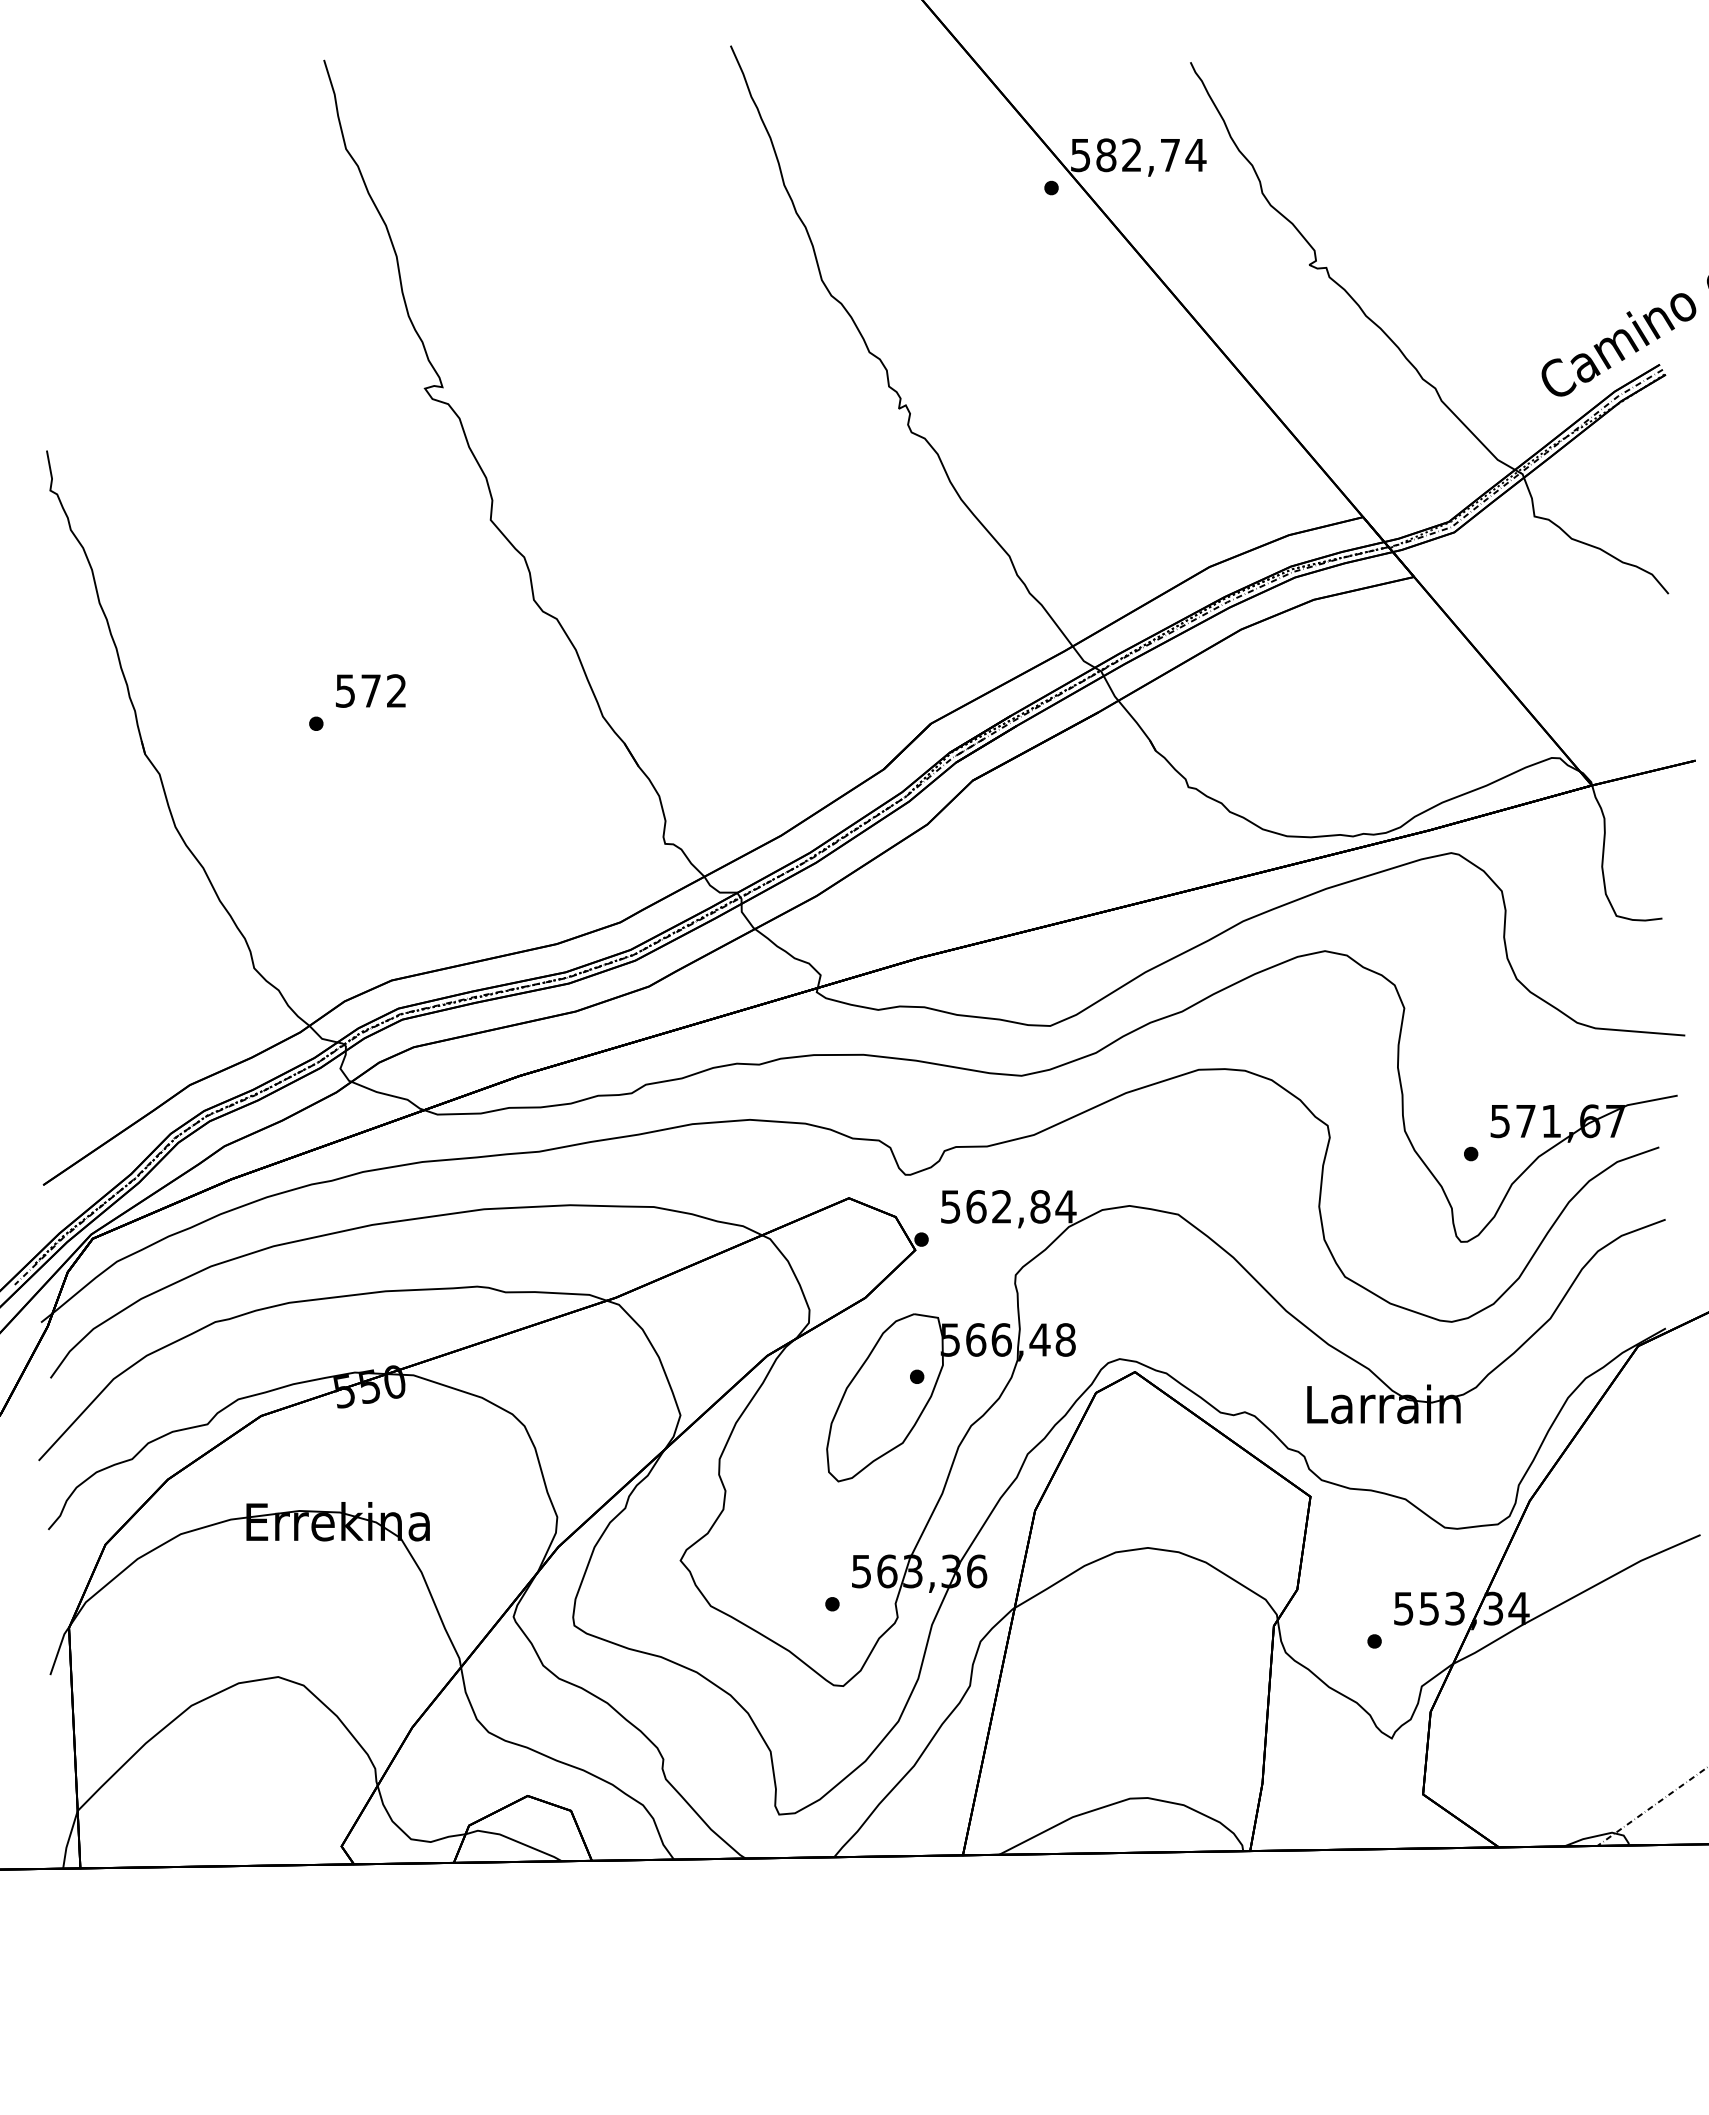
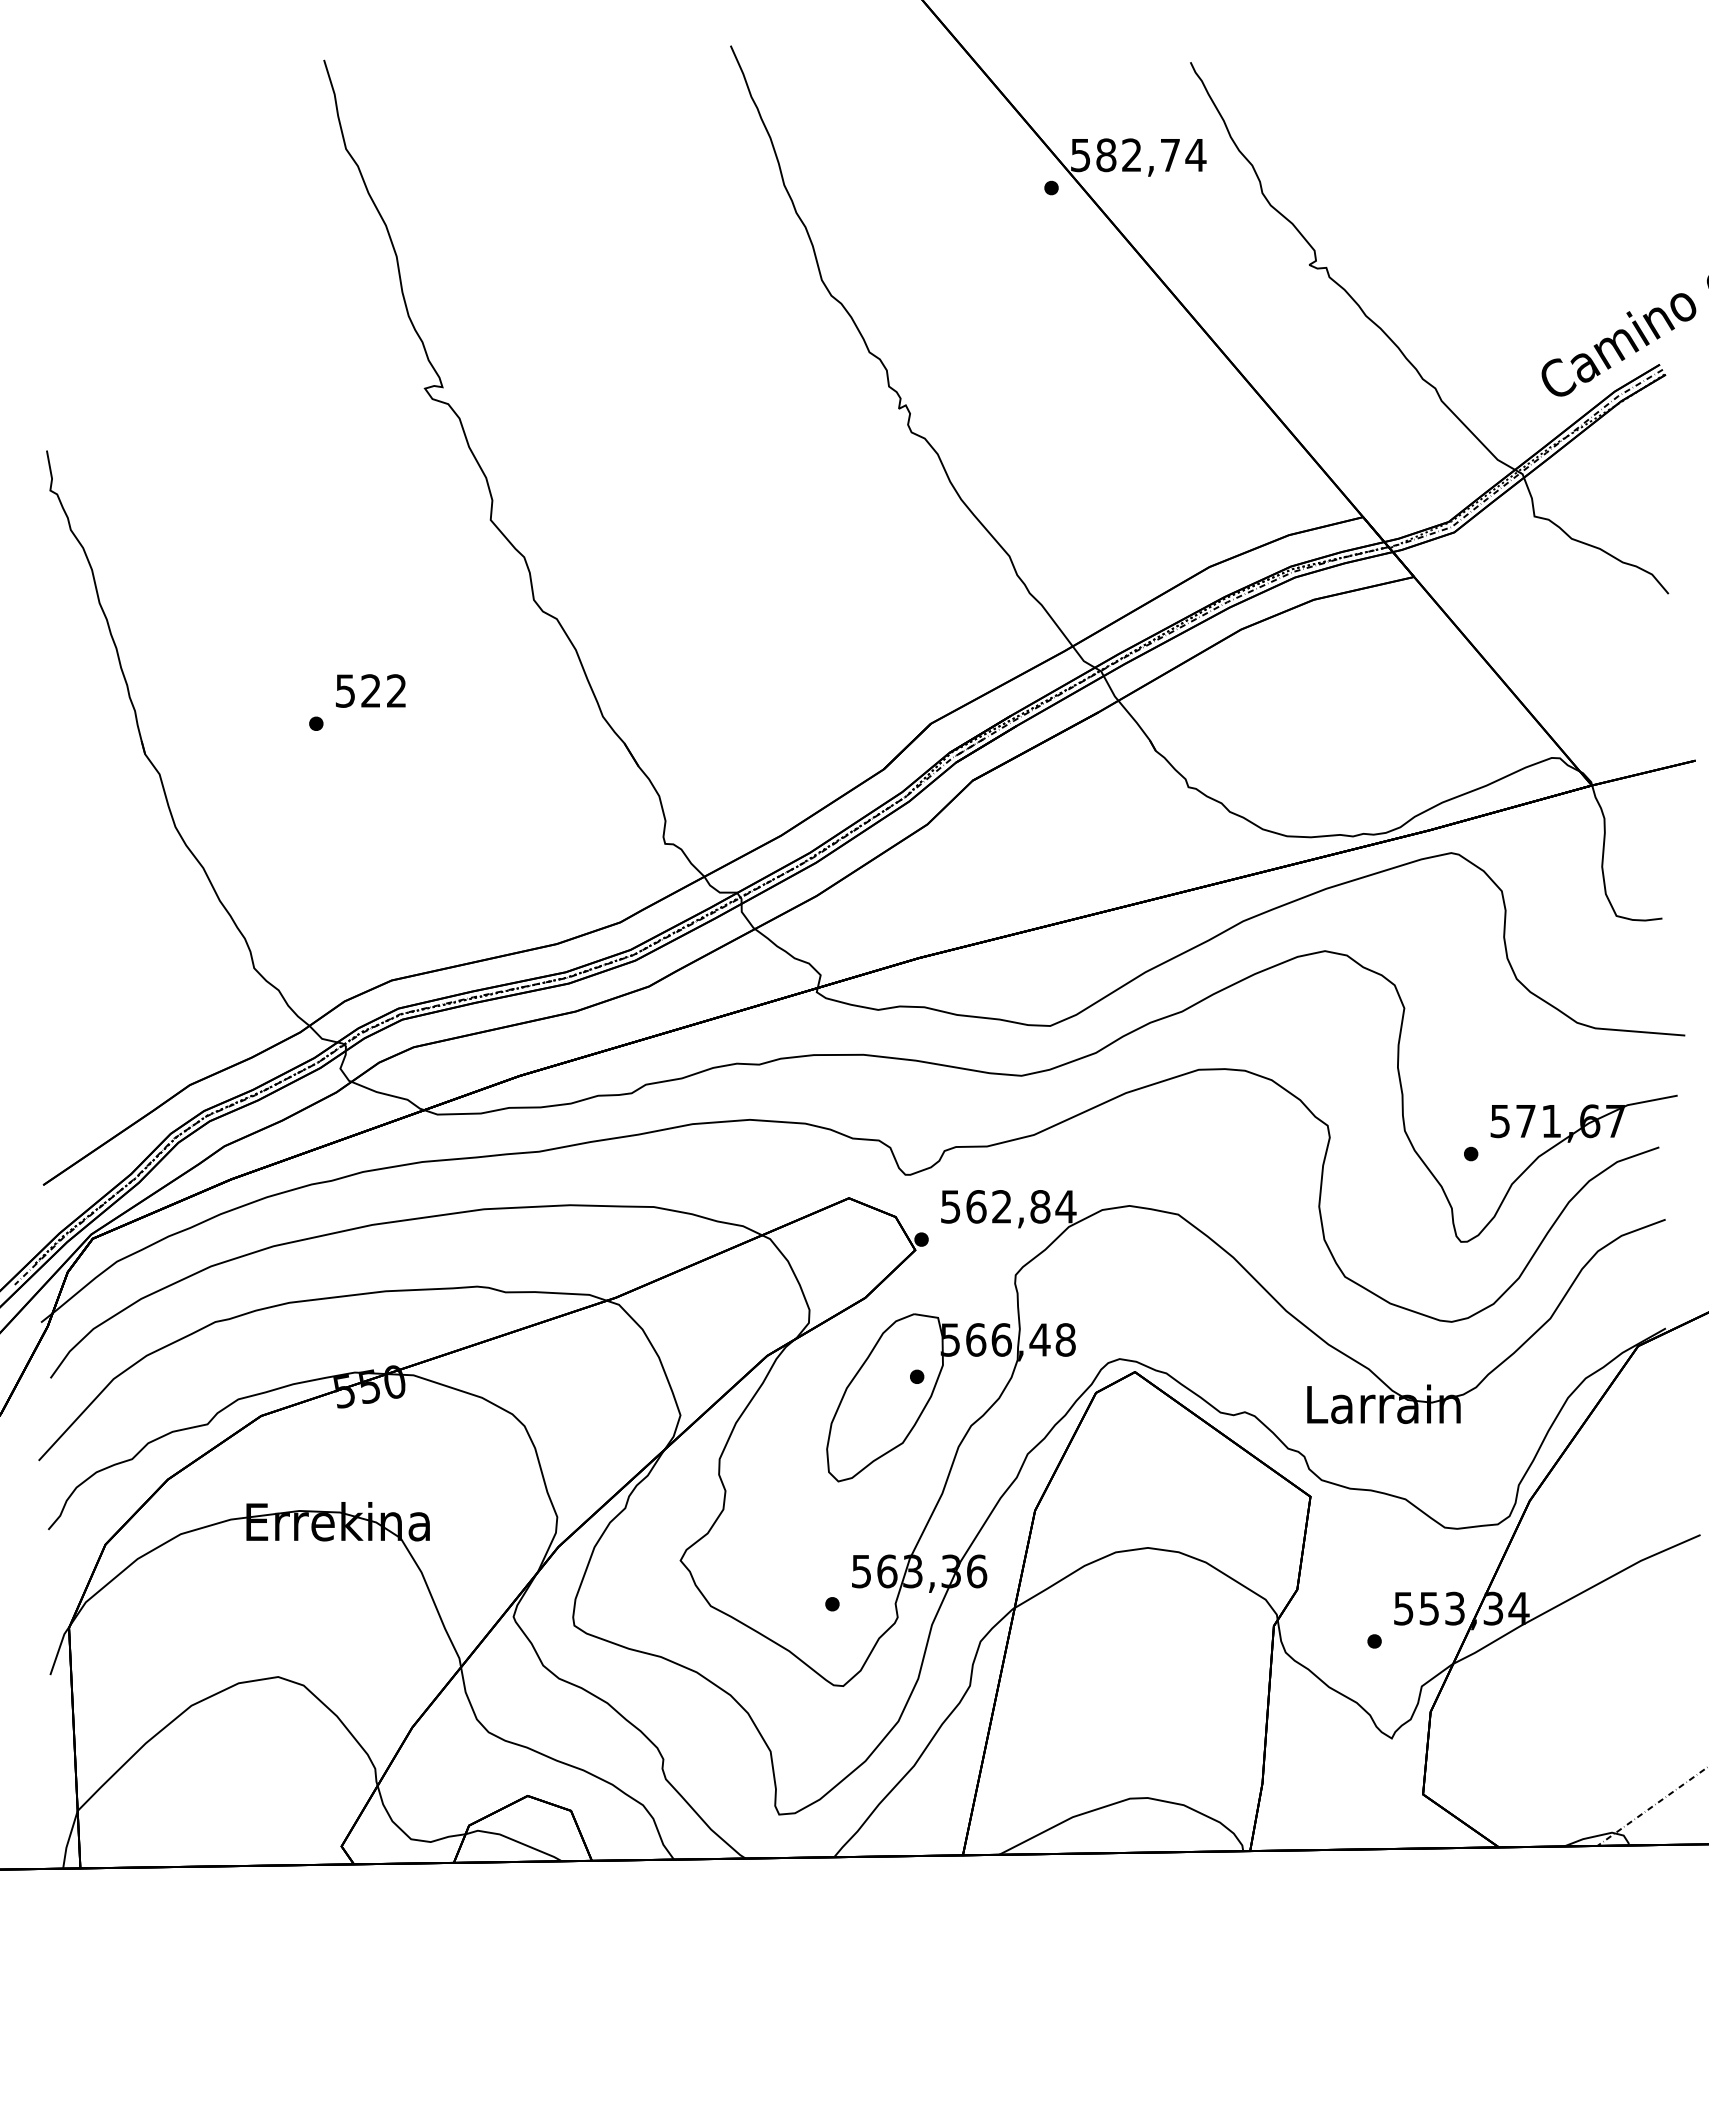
text at (370, 690): 572 -> 522
